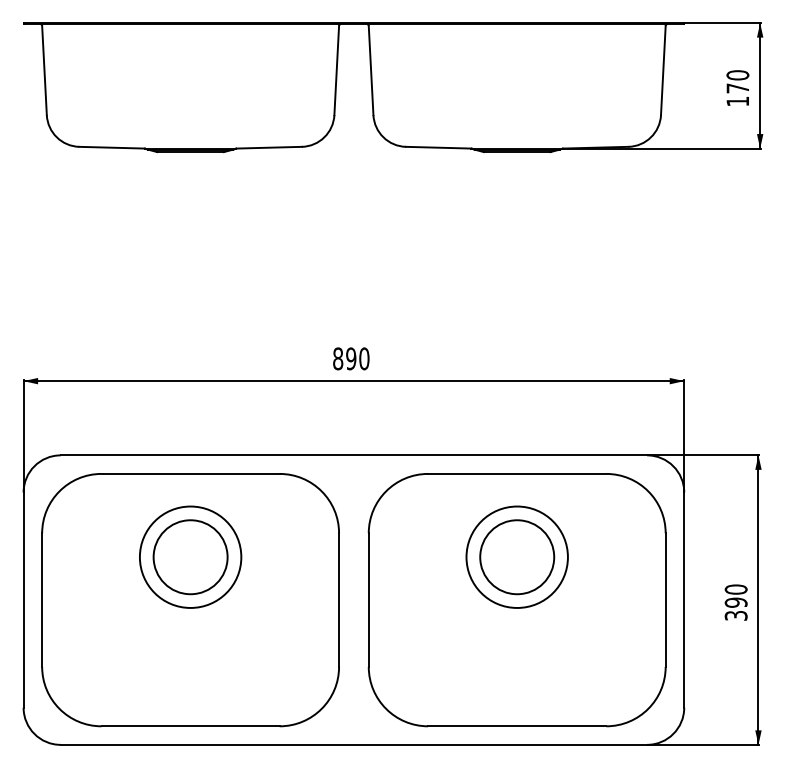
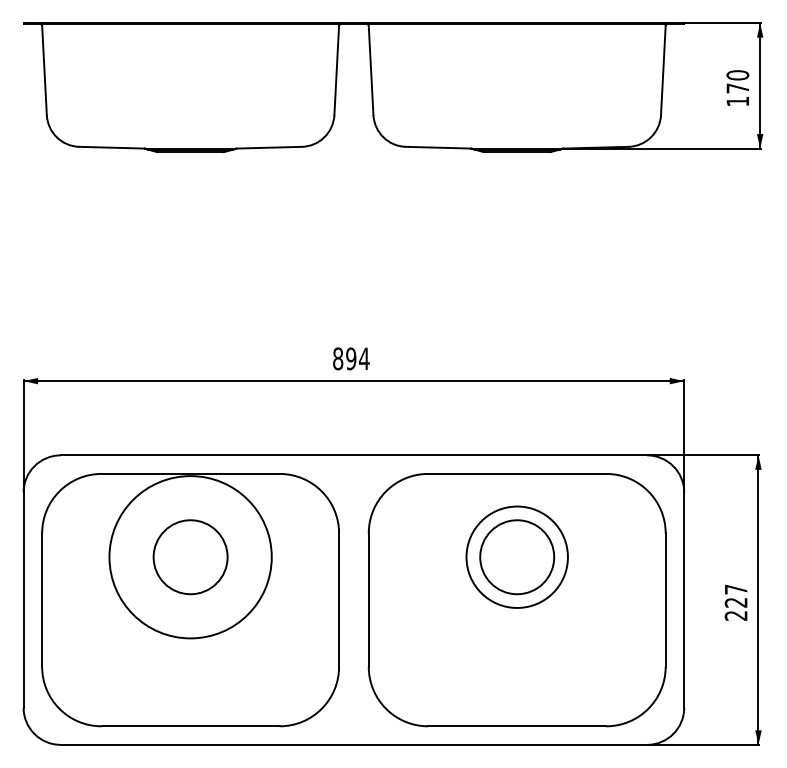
text at (363, 358): 890 -> 894
circle at (190, 556) diameter: 101 px -> 162 px
text at (735, 602): 390 -> 227
